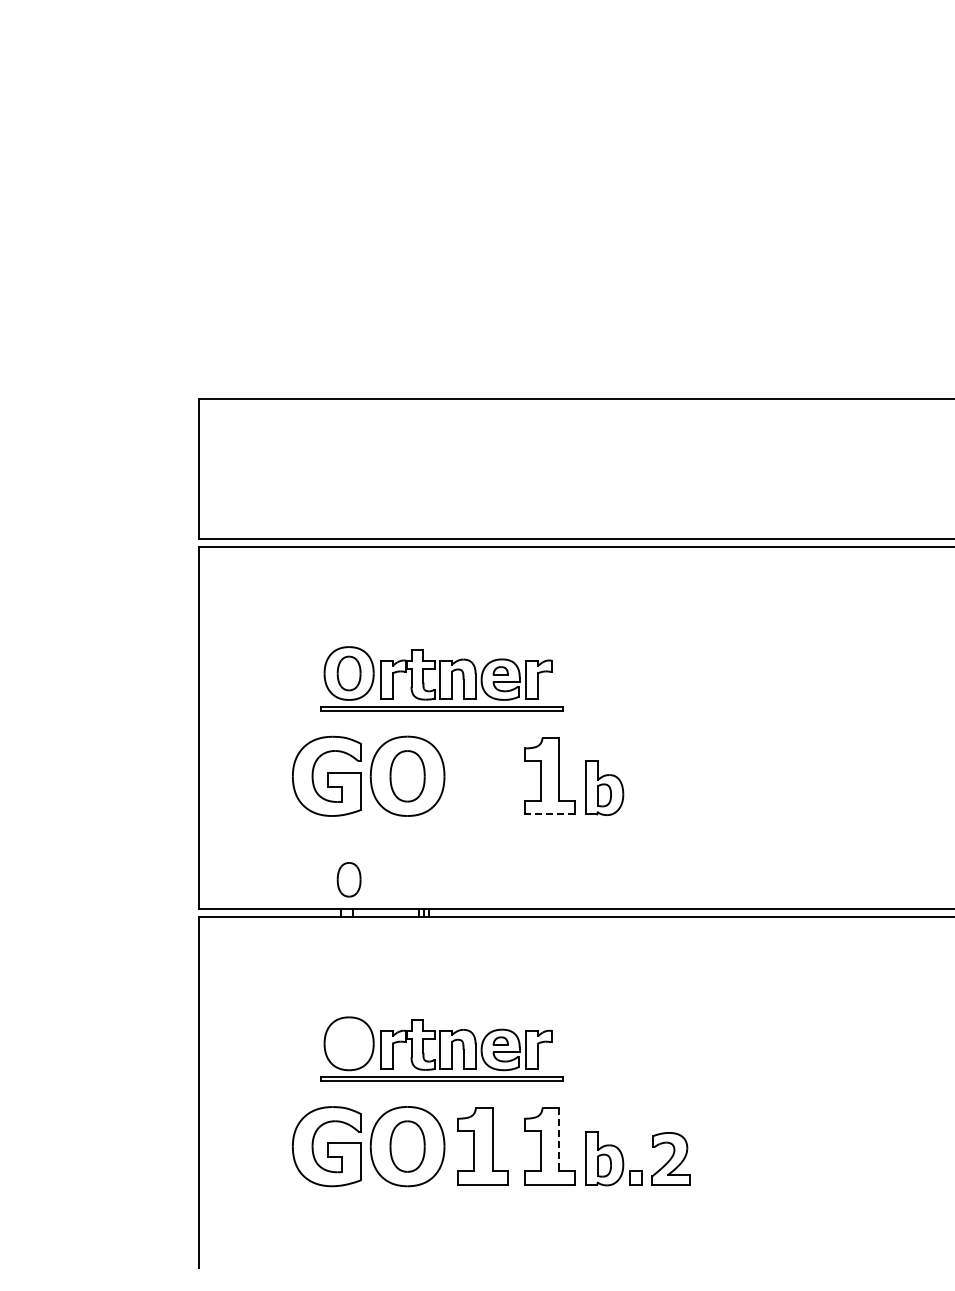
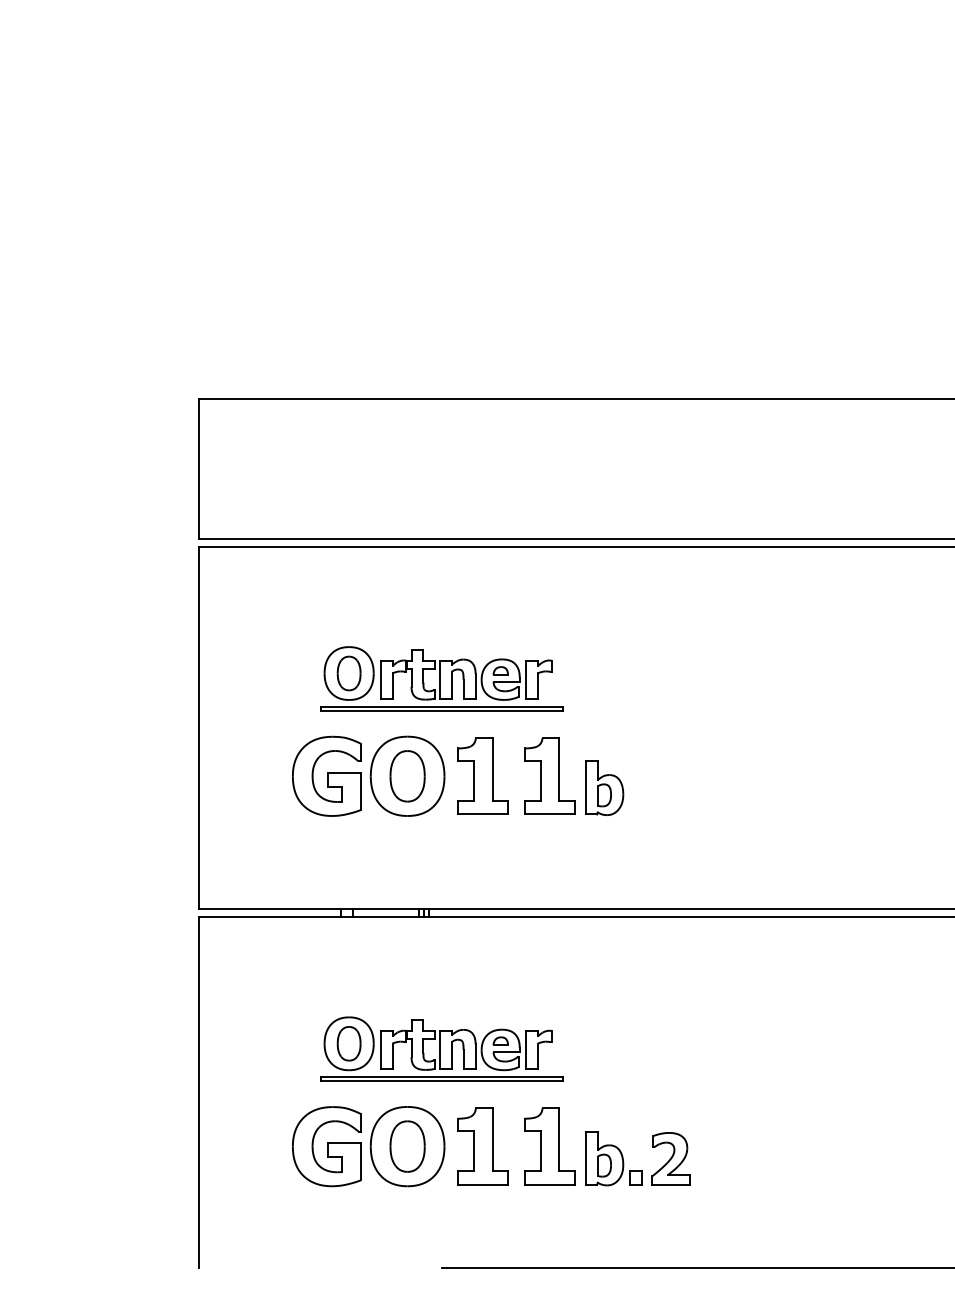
part at (482, 775): none -> present
line at (549, 814): dashed -> solid
part at (348, 879) position: (348, 879) -> (348, 1043)
line at (559, 1139): dashed -> solid
line at (696, 1268): none -> present
